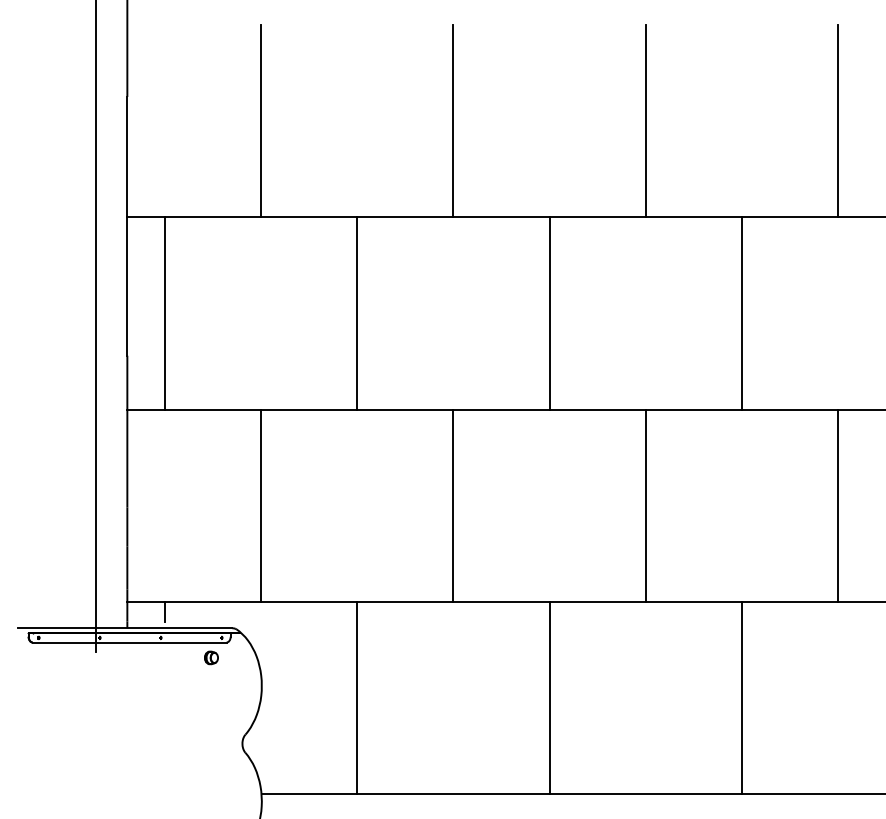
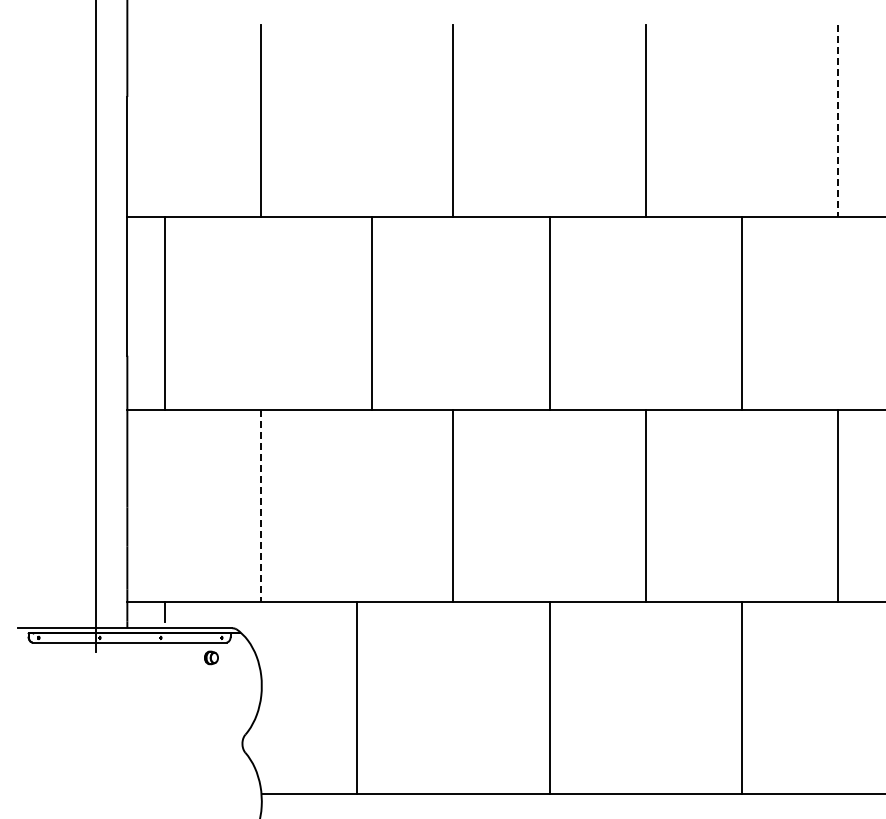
line at (838, 121): solid -> dashed
line at (357, 313) position: (357, 313) -> (372, 313)
line at (260, 506): solid -> dashed
